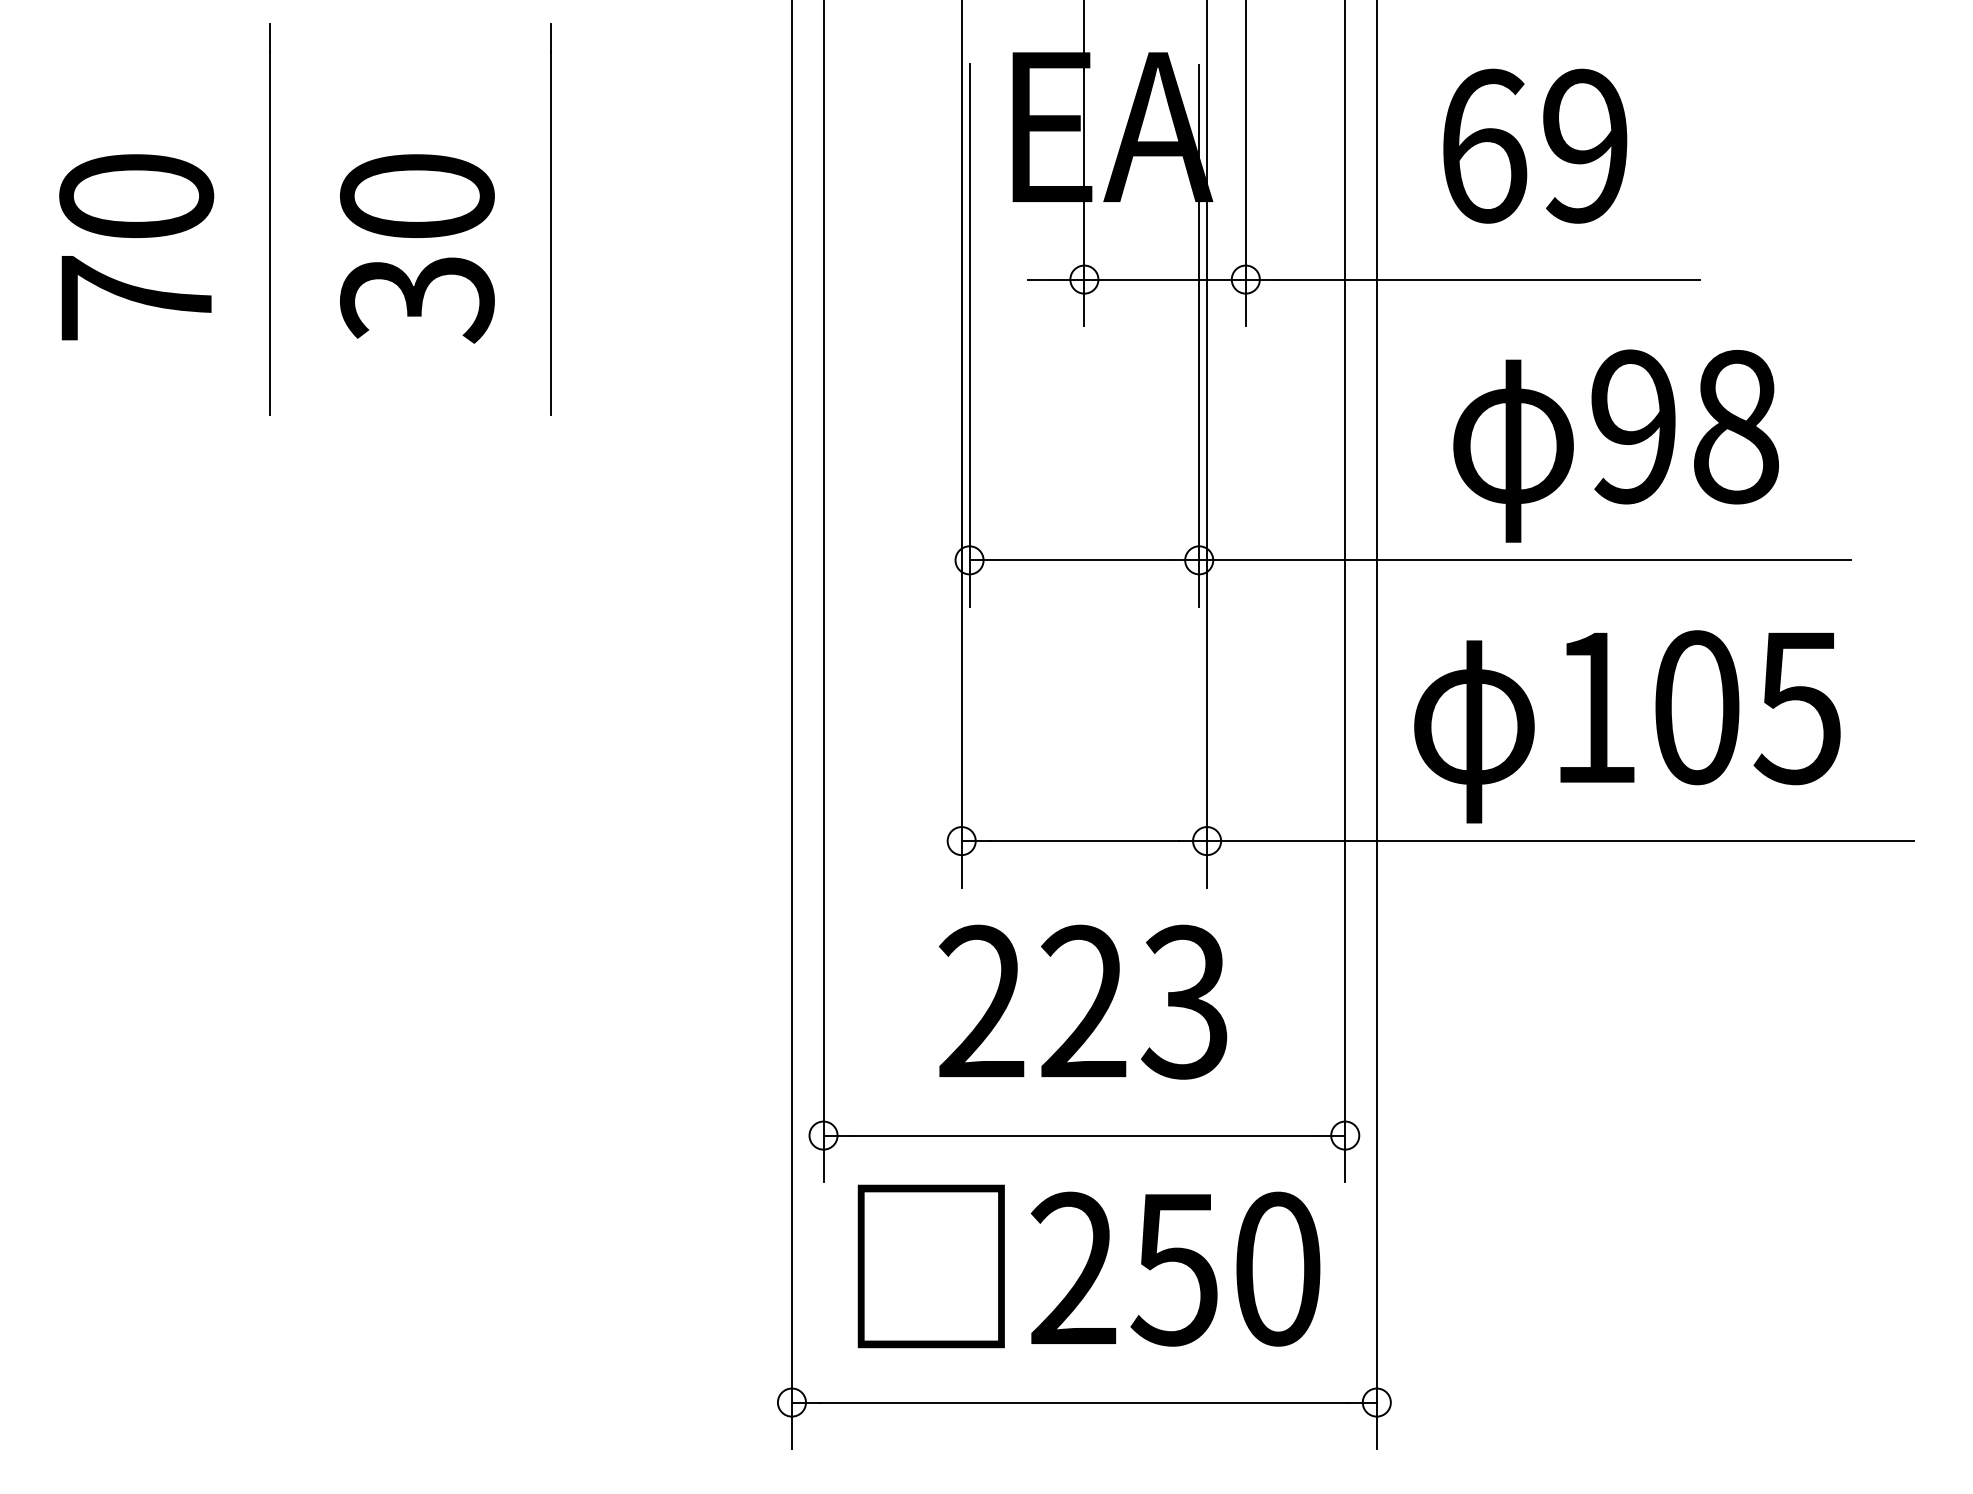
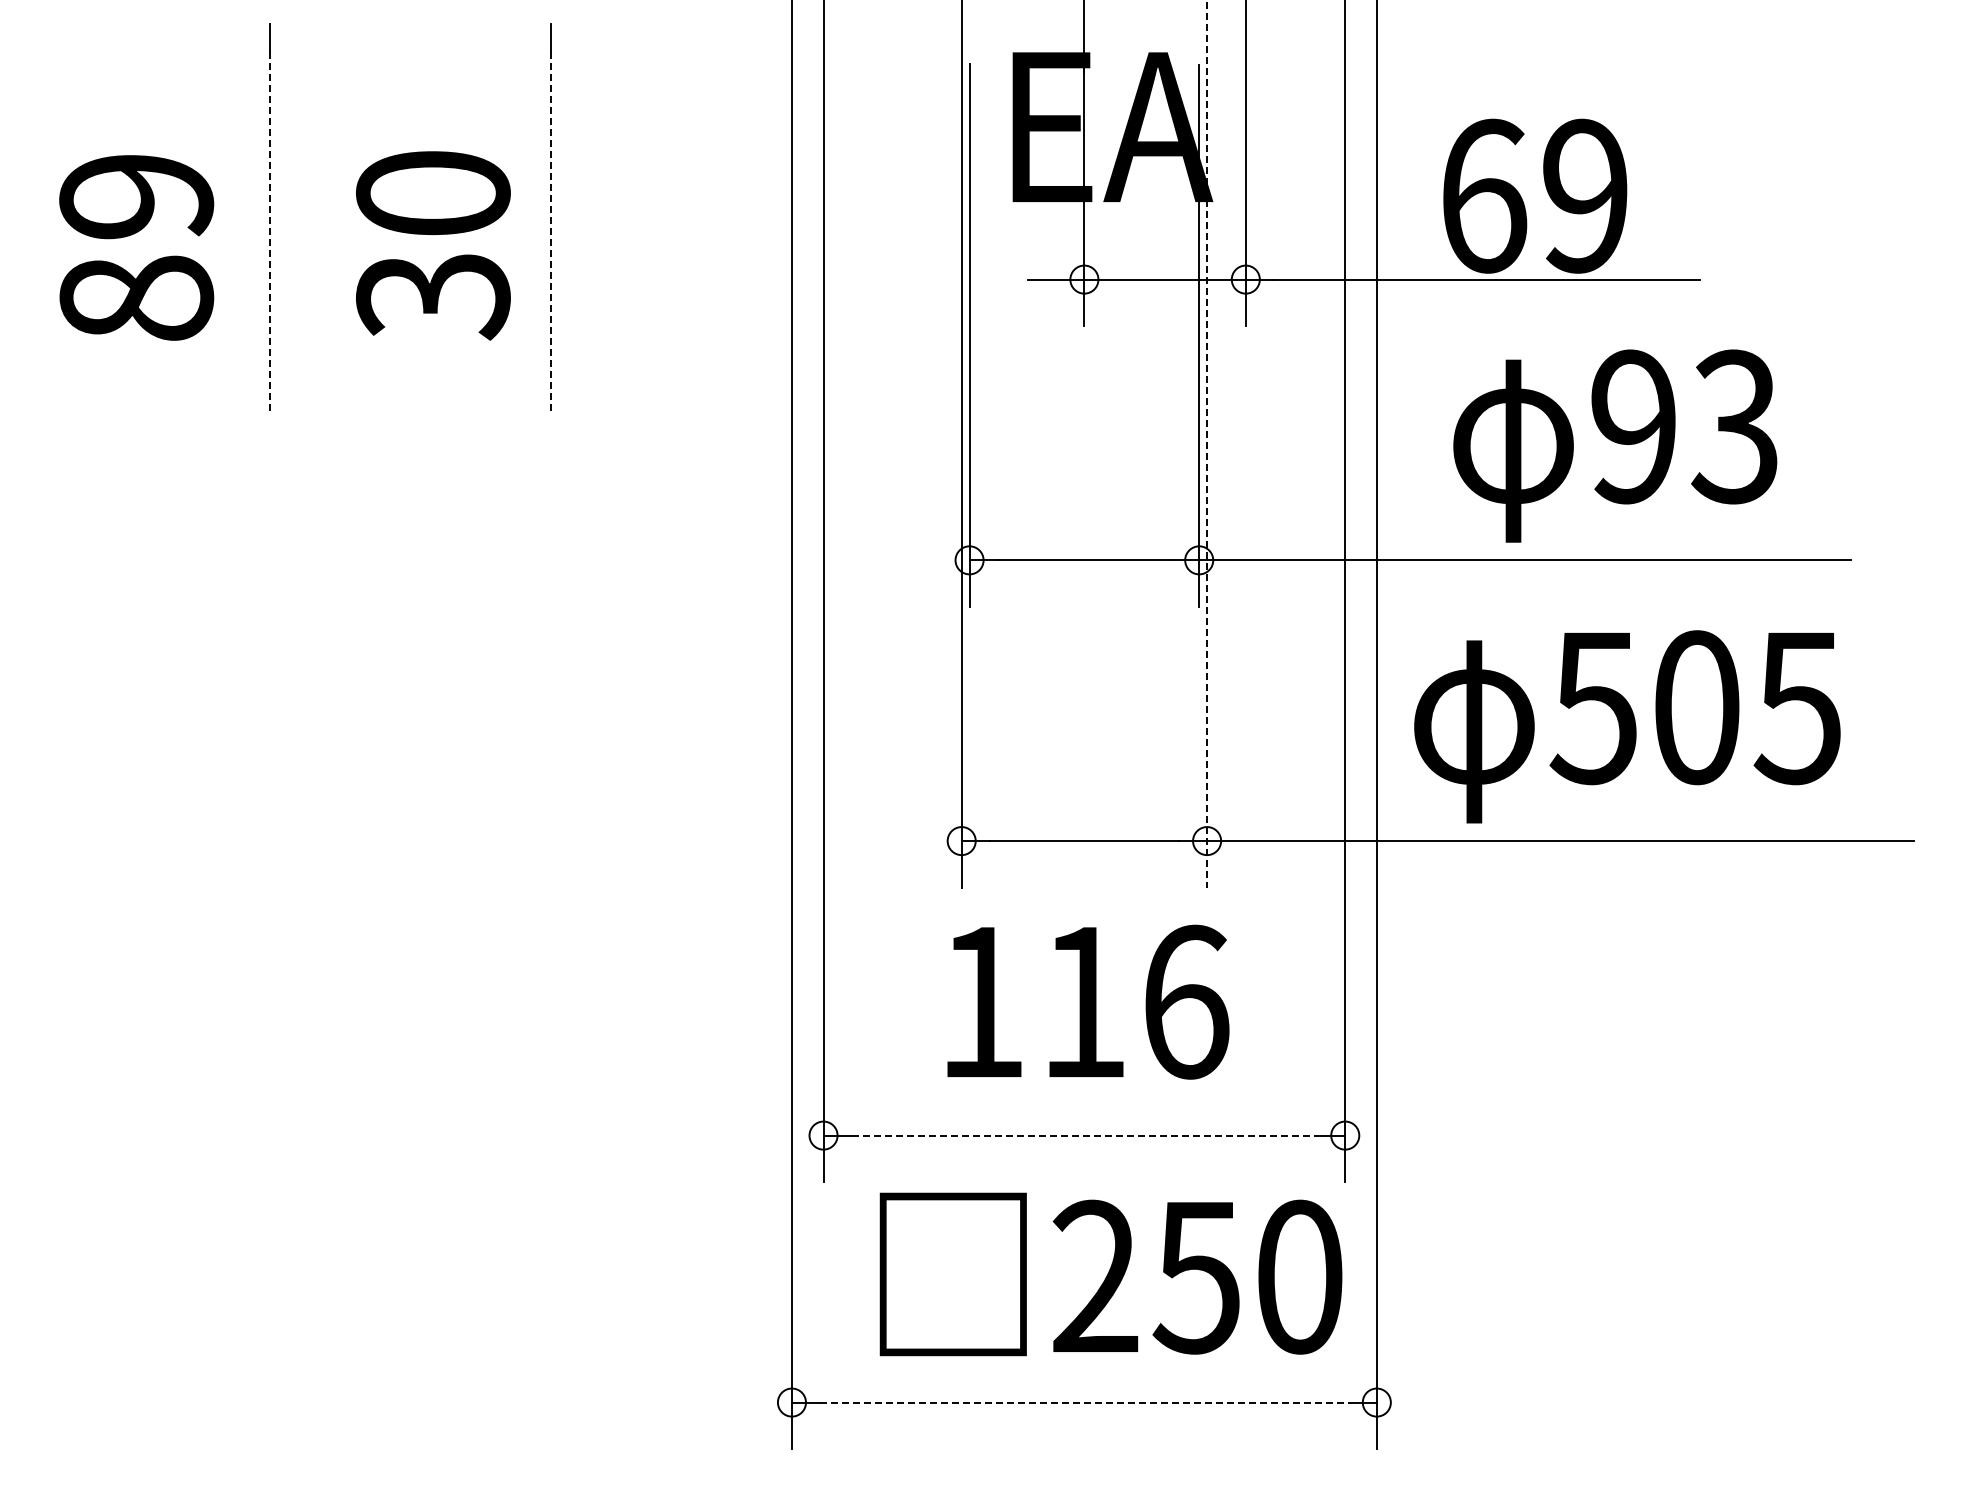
text at (1535, 145) position: (1535, 145) -> (1535, 195)
line at (270, 233): solid -> dashed
line at (550, 233): solid -> dashed
text at (136, 247): 70 -> 89
text at (417, 248) position: (417, 248) -> (433, 245)
text at (1734, 426): 98 -> 93
line at (1207, 444): solid -> dashed
text at (1592, 708): 105 -> 505
text at (1084, 1001): 223 -> 116
line at (1084, 1135): solid -> dashed
text at (1088, 1266) position: (1088, 1266) -> (1110, 1274)
line at (1084, 1402): solid -> dashed
